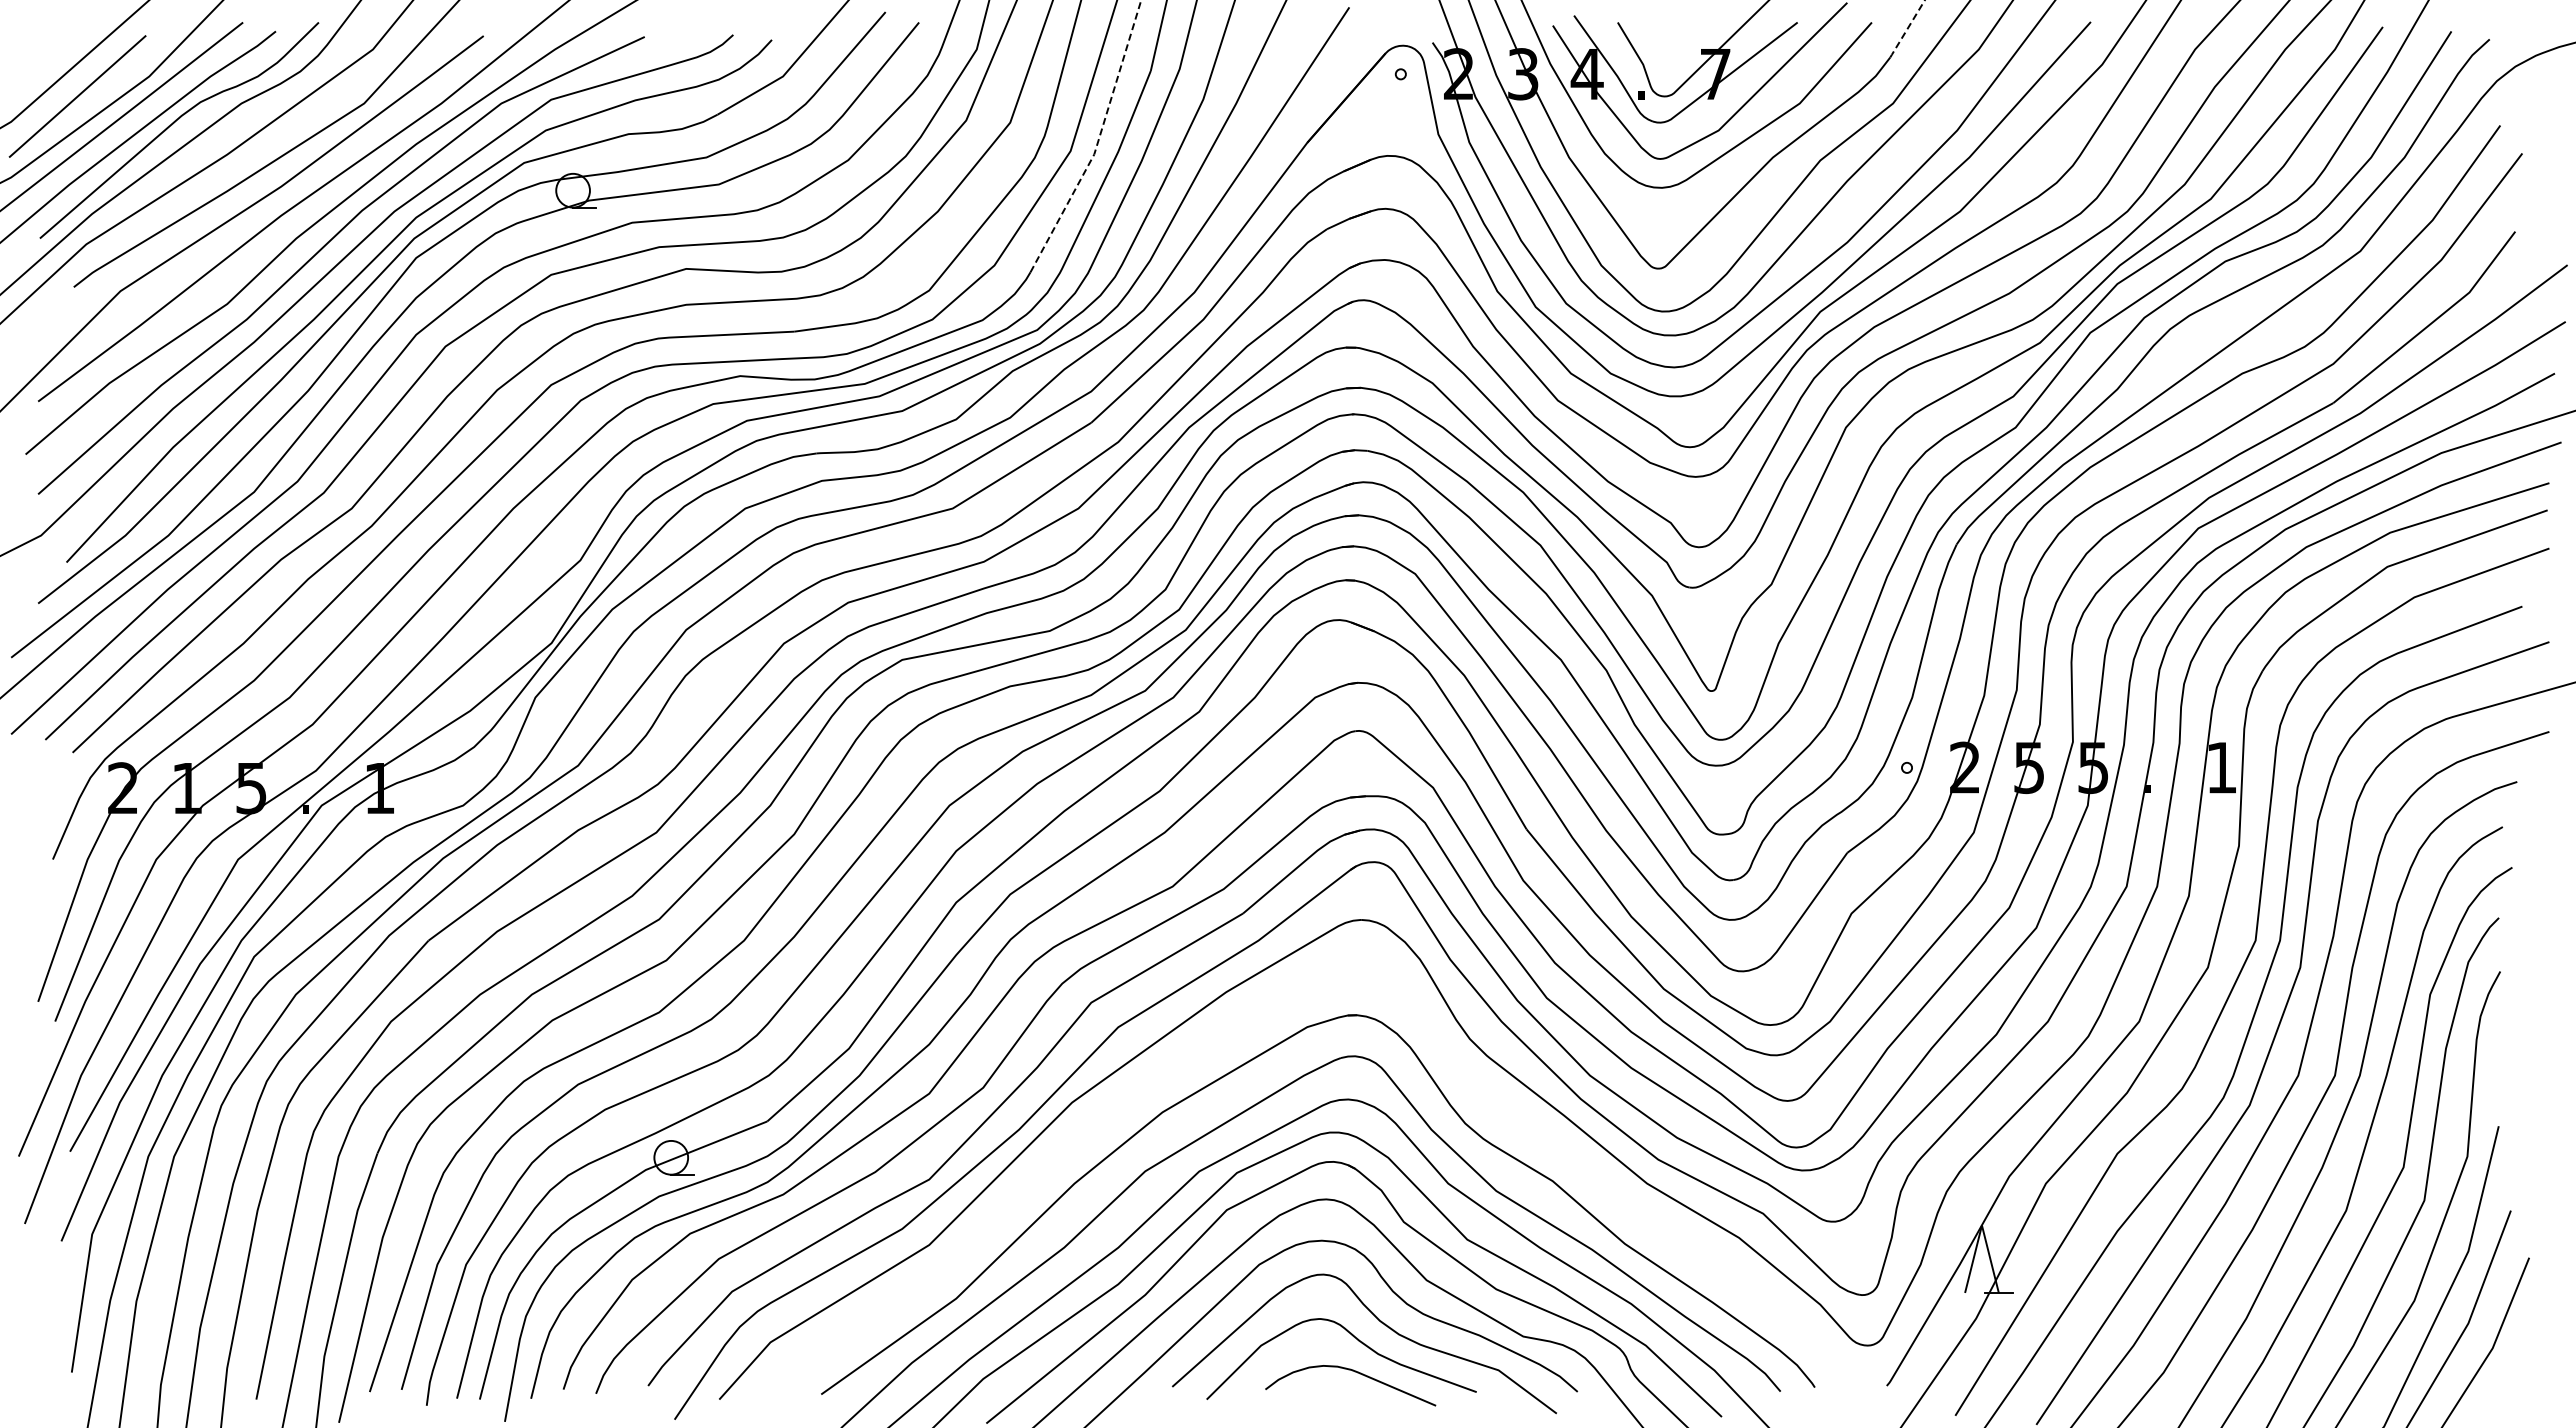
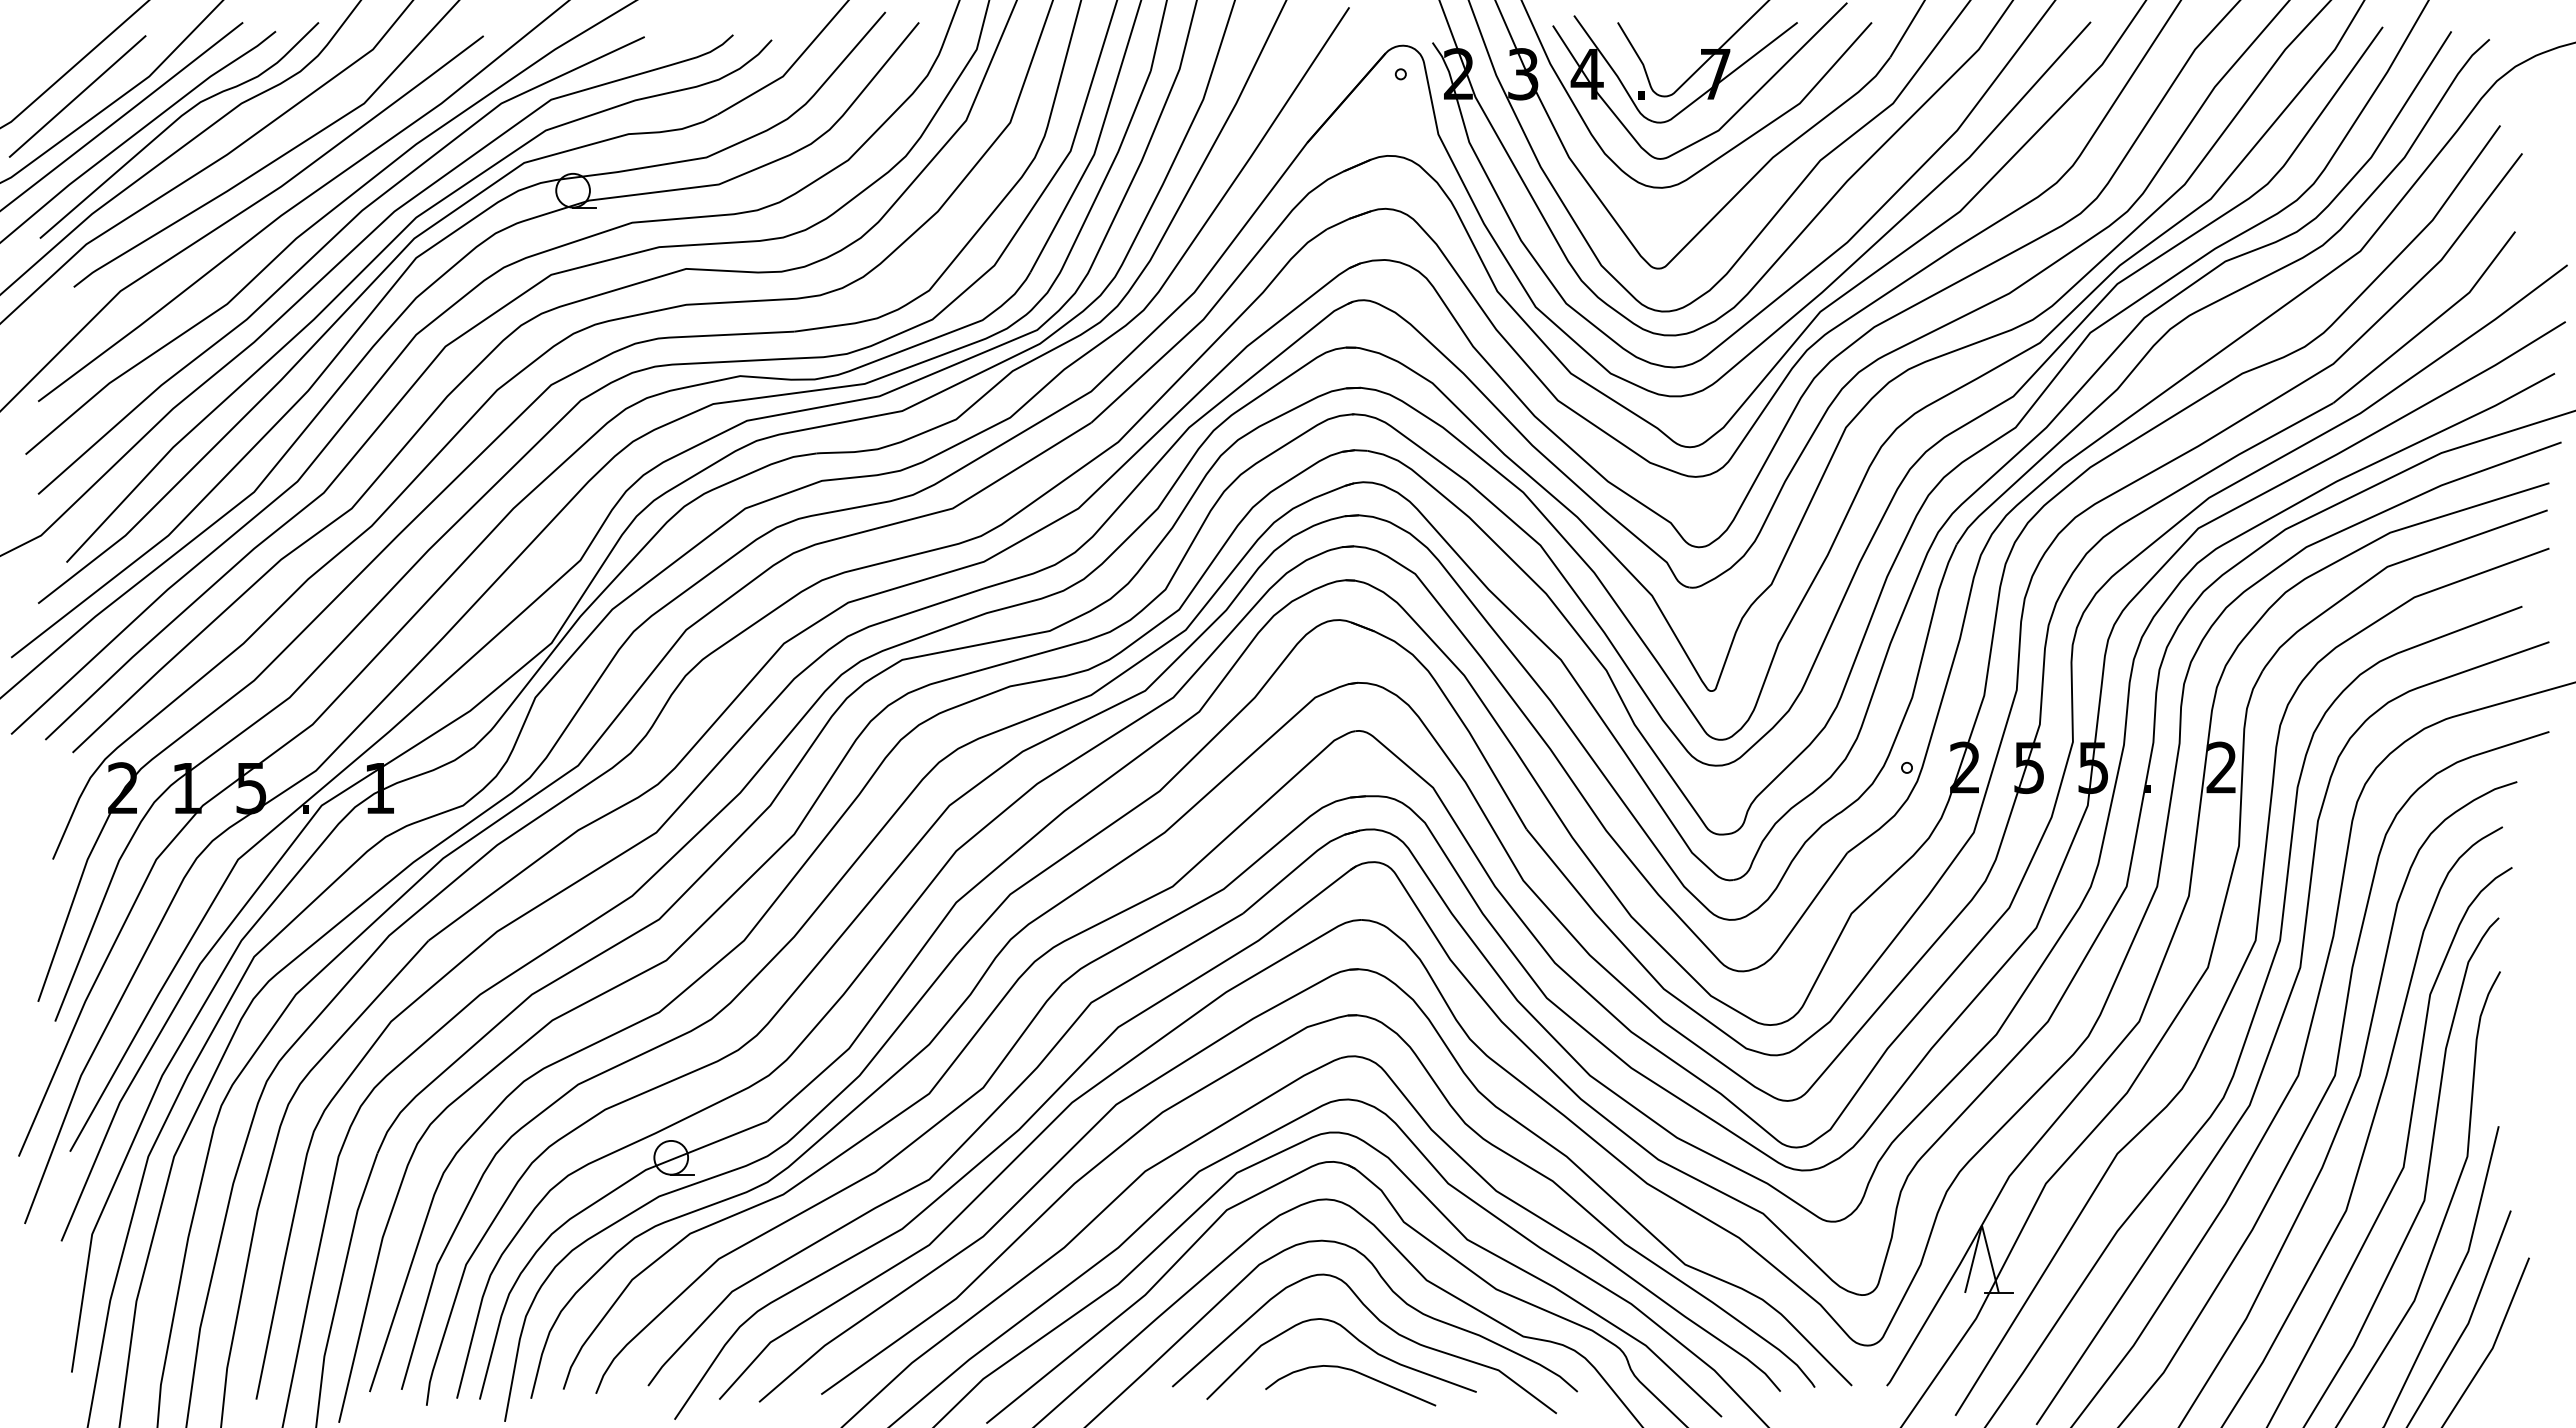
line at (1907, 29): dashed -> solid
line at (1098, 141): dashed -> solid
text at (2220, 767): 1 -> 2
part at (1214, 1044): none -> present
